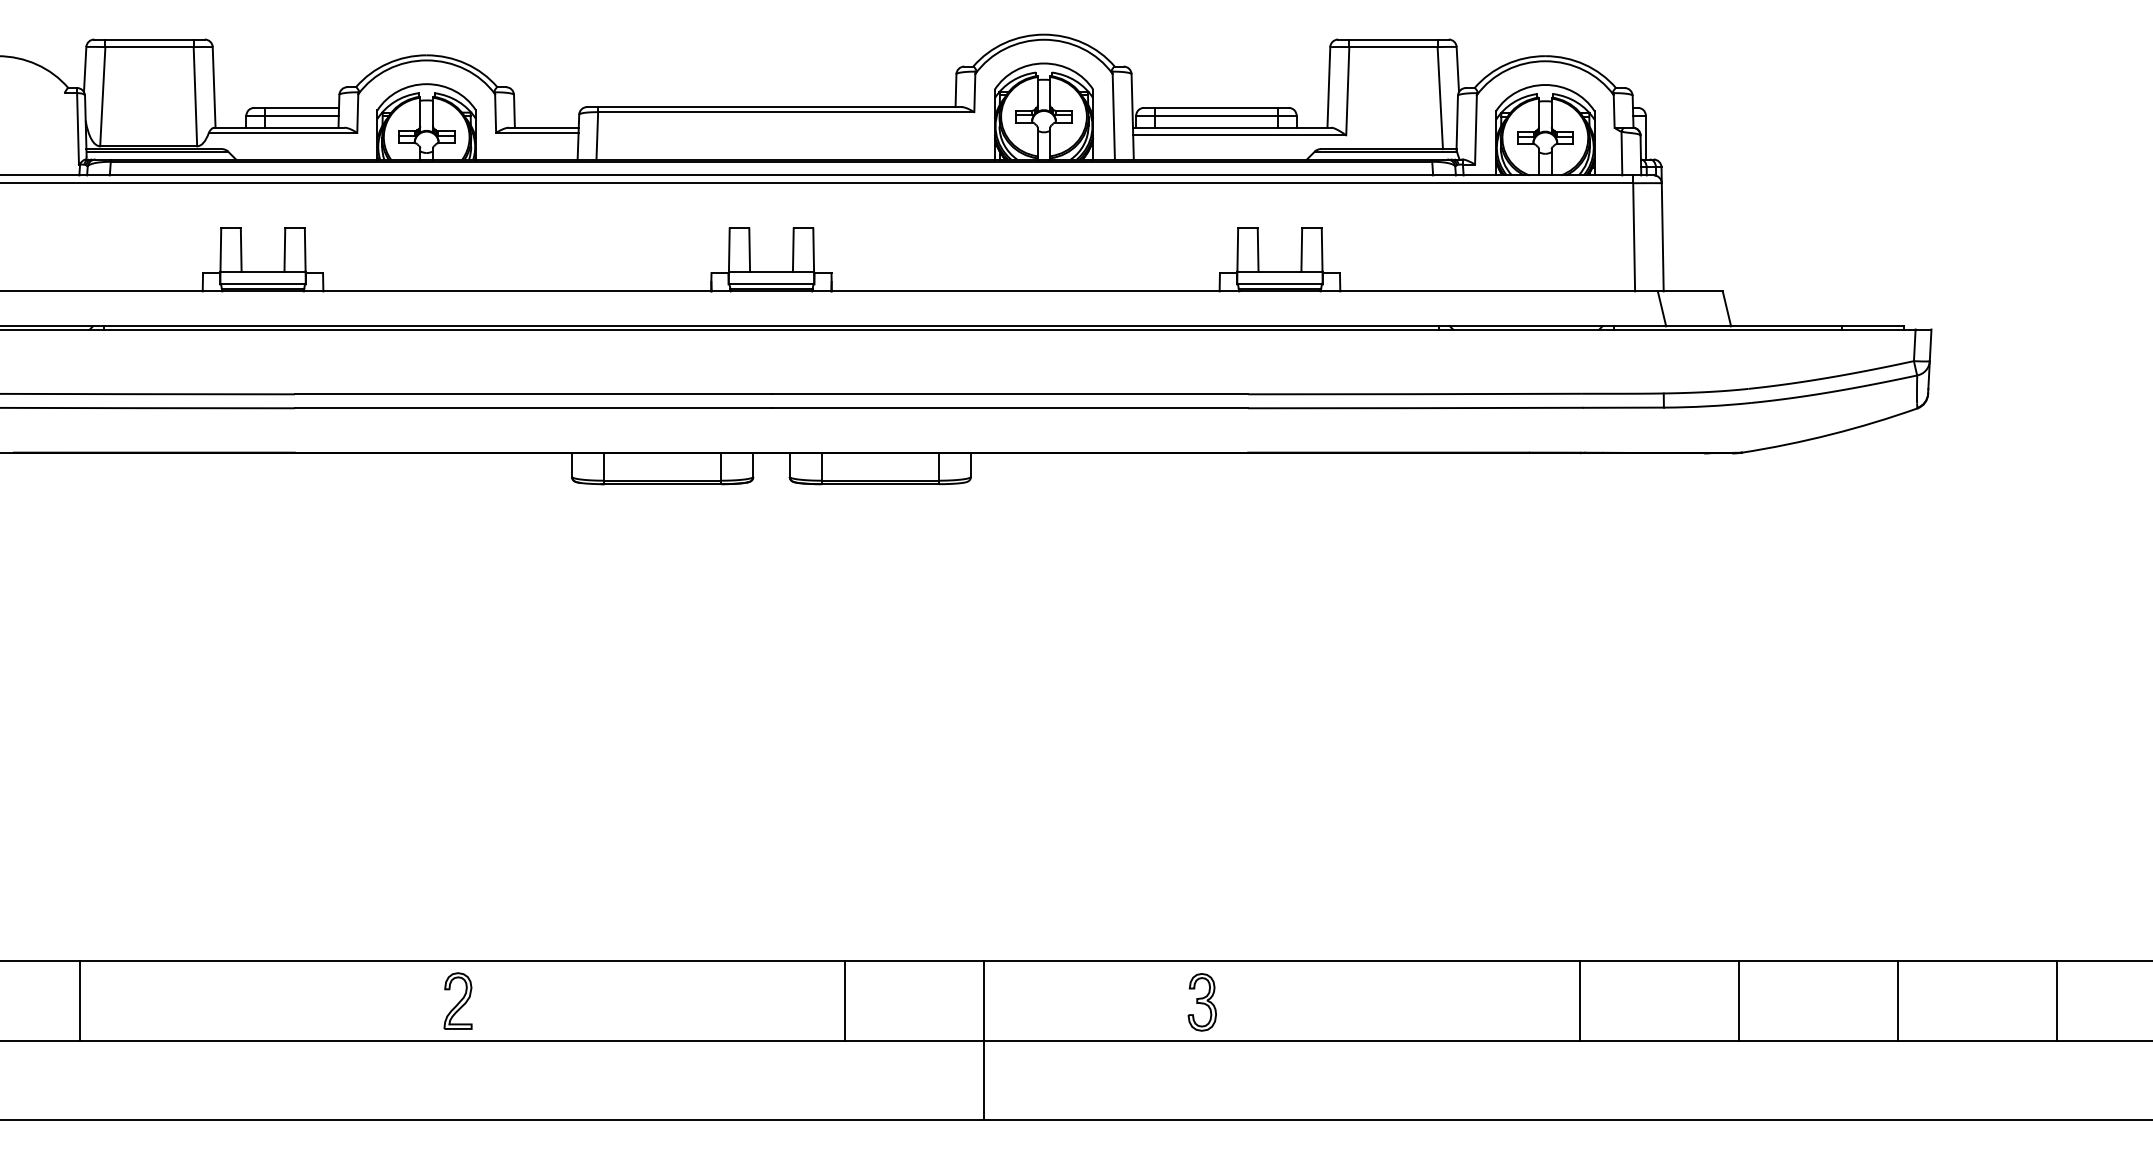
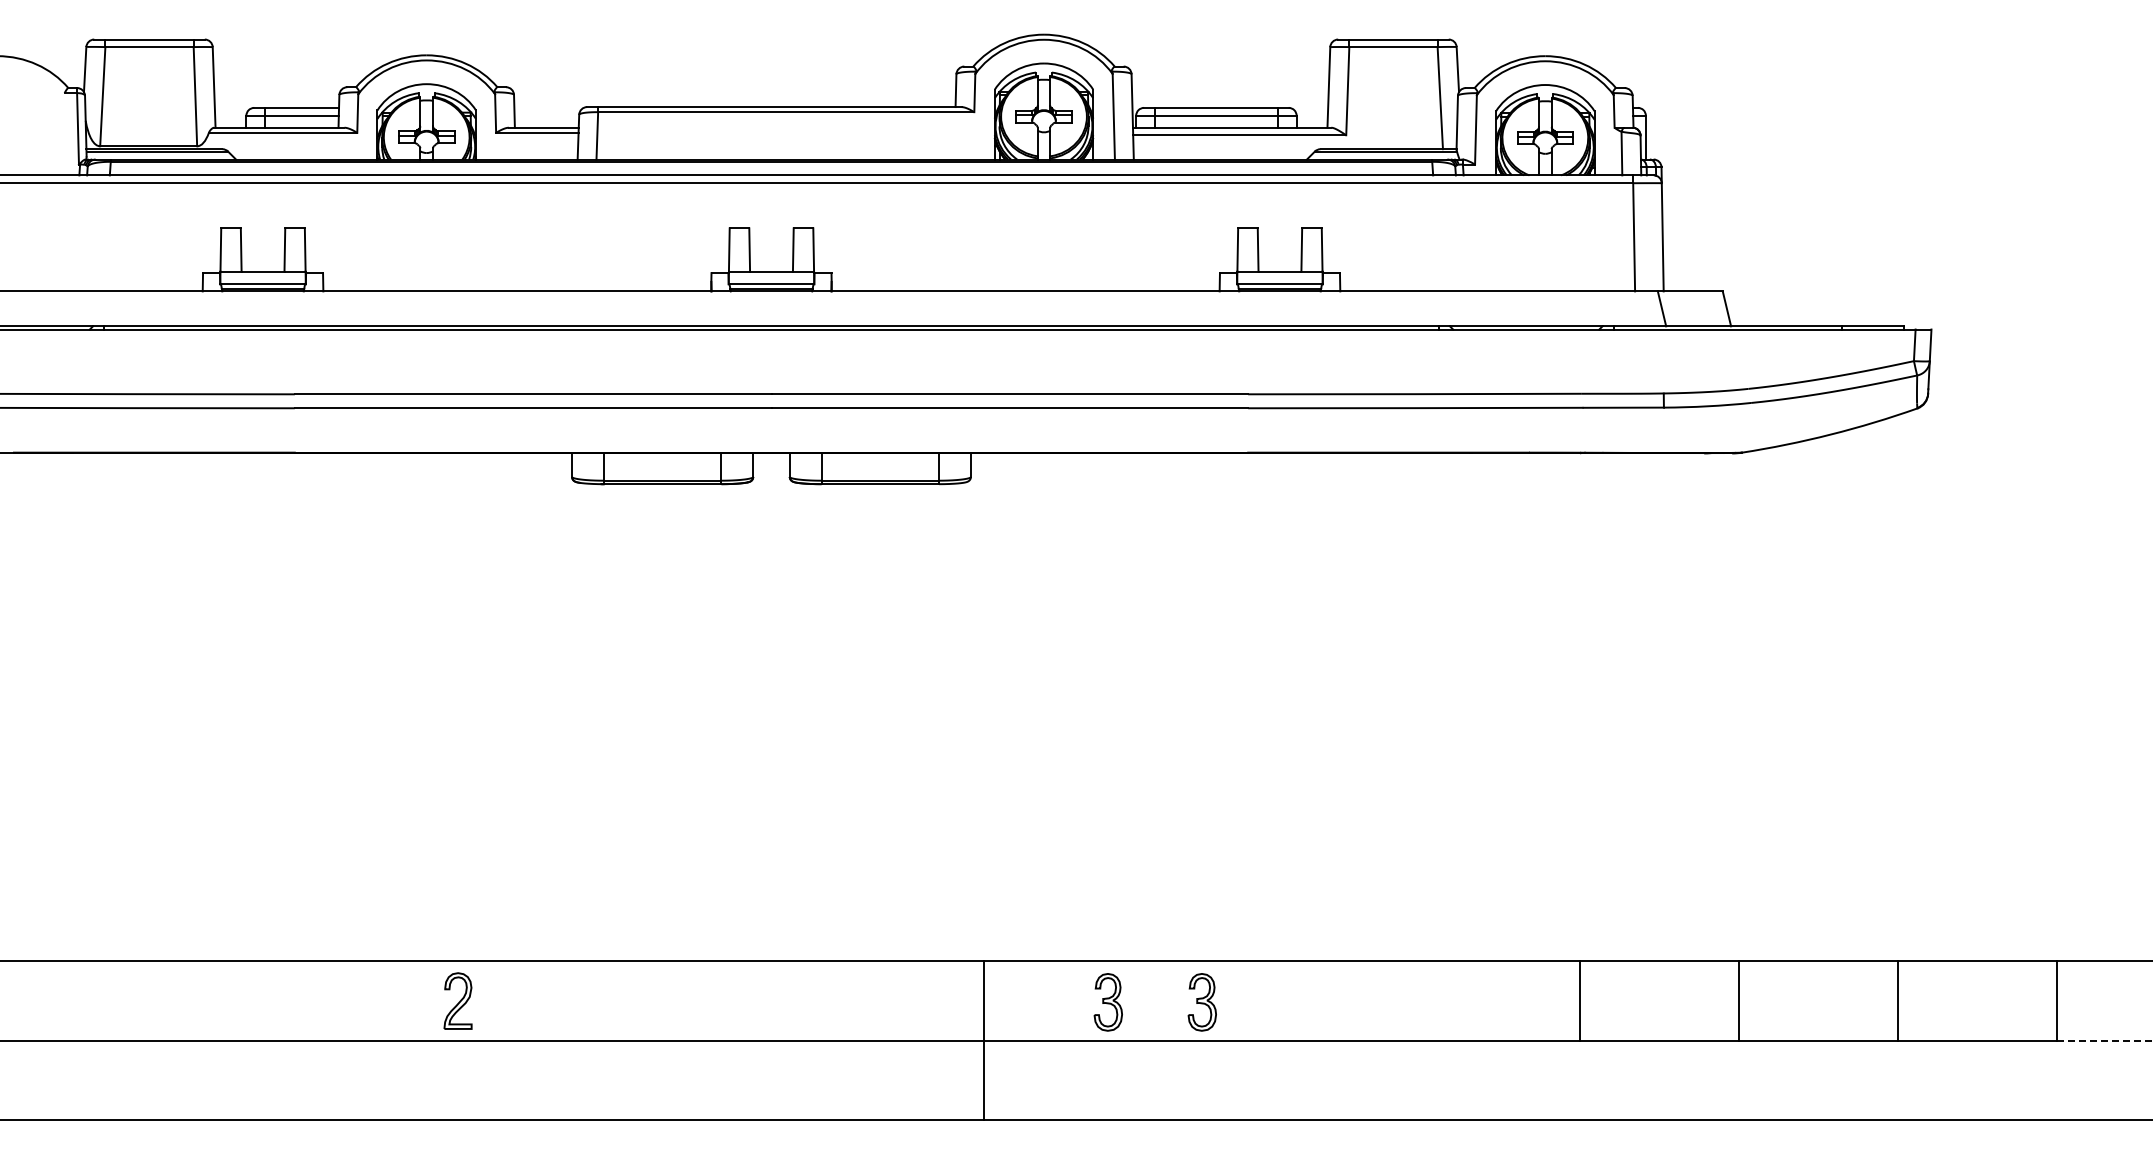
line at (80, 1000): present -> none
line at (845, 1000): present -> none
part at (1107, 1002): none -> present
line at (2104, 1040): solid -> dashed
